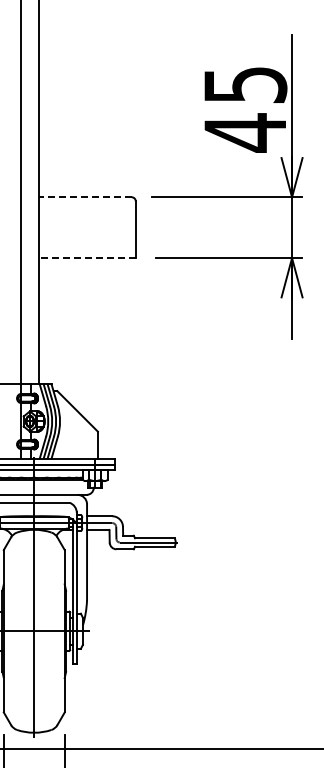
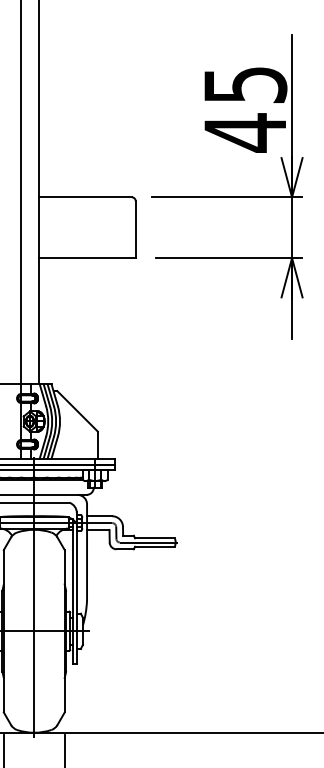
line at (84, 197): dashed -> solid
line at (86, 258): dashed -> solid
line at (161, 748) position: (161, 748) -> (161, 732)
